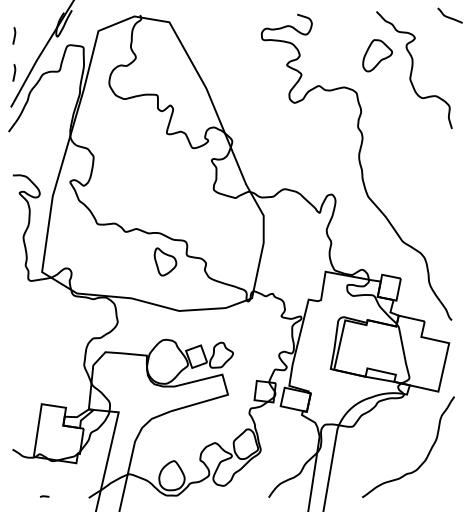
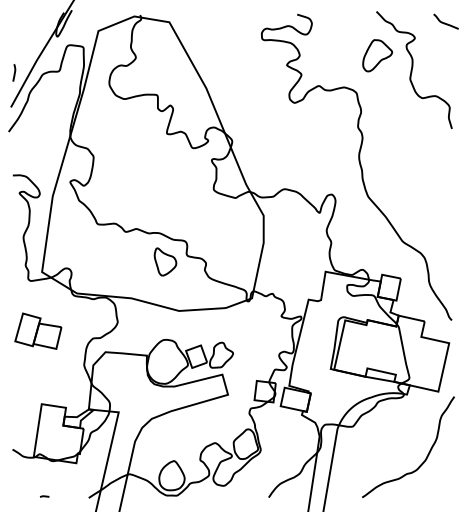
curve at (449, 16) position: (449, 16) -> (445, 22)
curve at (14, 35): present -> none
part at (38, 330): none -> present
